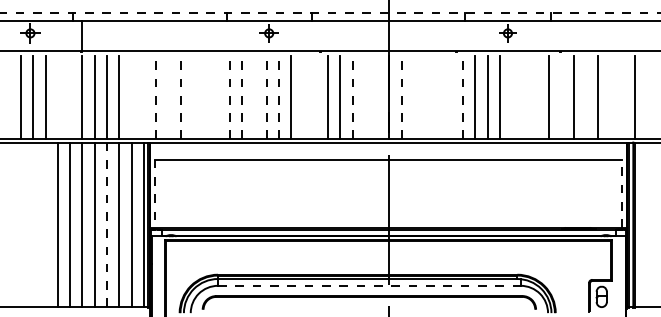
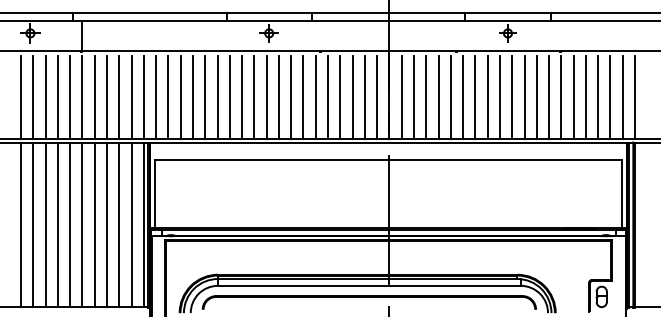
line at (330, 12): dashed -> solid
line at (57, 97): none -> present
line at (70, 97): none -> present
line at (131, 97): none -> present
line at (143, 97): none -> present
line at (156, 97): dashed -> solid
line at (168, 97): none -> present
line at (180, 97): dashed -> solid
line at (192, 97): none -> present
line at (205, 97): none -> present
line at (217, 97): none -> present
line at (229, 97): dashed -> solid
line at (242, 97): dashed -> solid
line at (254, 97): none -> present
line at (266, 97): dashed -> solid
line at (278, 97): dashed -> solid
line at (303, 97): none -> present
line at (315, 97): none -> present
line at (352, 97): dashed -> solid
line at (364, 97): none -> present
line at (377, 97): none -> present
line at (401, 97): dashed -> solid
line at (414, 97): none -> present
line at (426, 97): none -> present
line at (438, 97): none -> present
line at (450, 97): none -> present
line at (463, 97): dashed -> solid
line at (512, 97): none -> present
line at (524, 97): none -> present
line at (536, 97): none -> present
line at (561, 97): none -> present
line at (585, 97): none -> present
line at (610, 97): none -> present
line at (622, 97): none -> present
line at (622, 193): dashed -> solid
line at (154, 194): dashed -> solid
line at (21, 224): none -> present
line at (33, 224): none -> present
line at (45, 224): none -> present
line at (107, 224): dashed -> solid
line at (369, 285): dashed -> solid
